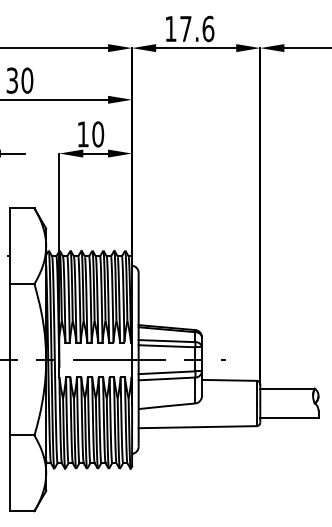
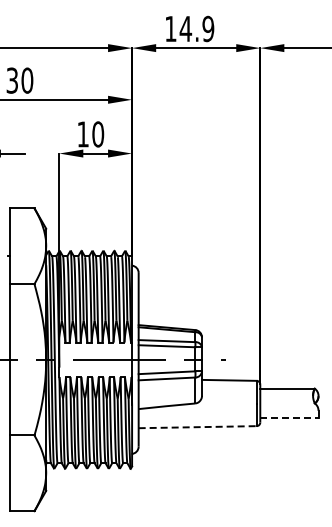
text at (196, 28): 17.6 -> 14.9
line at (289, 418): solid -> dashed
line at (198, 427): solid -> dashed
